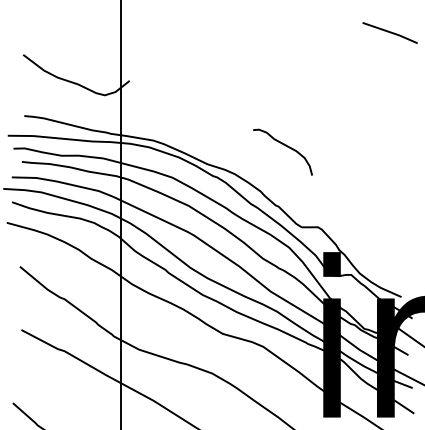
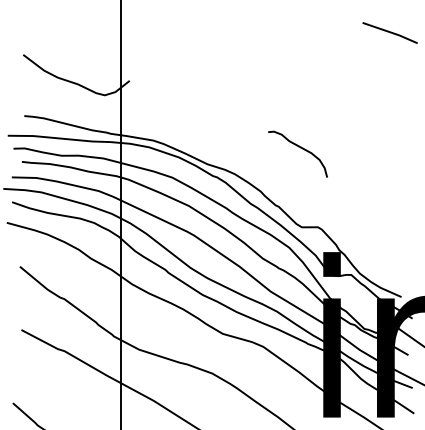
curve at (285, 146) position: (285, 146) -> (300, 148)
